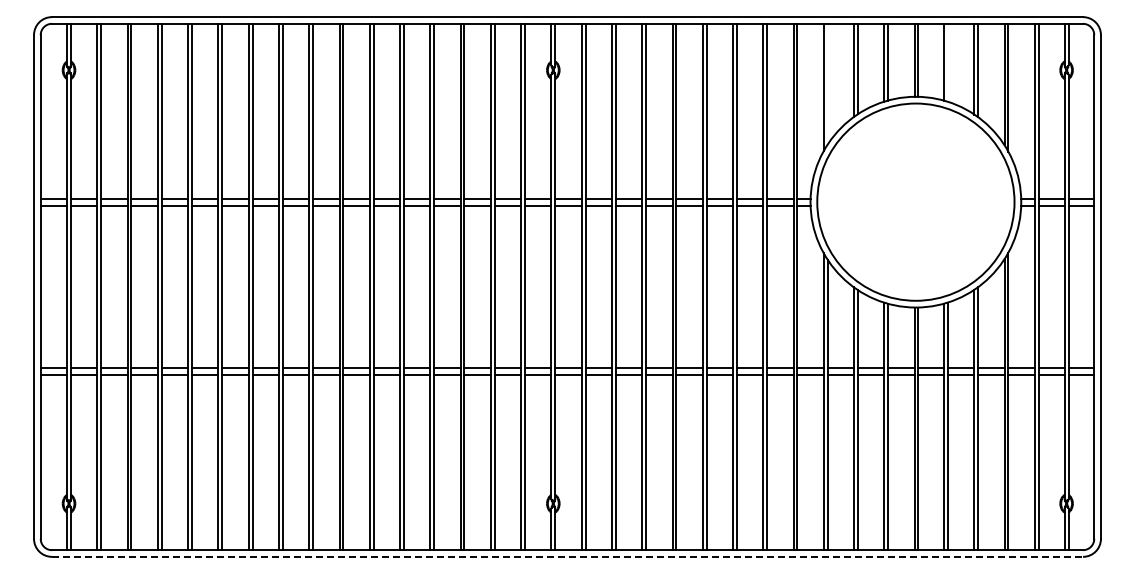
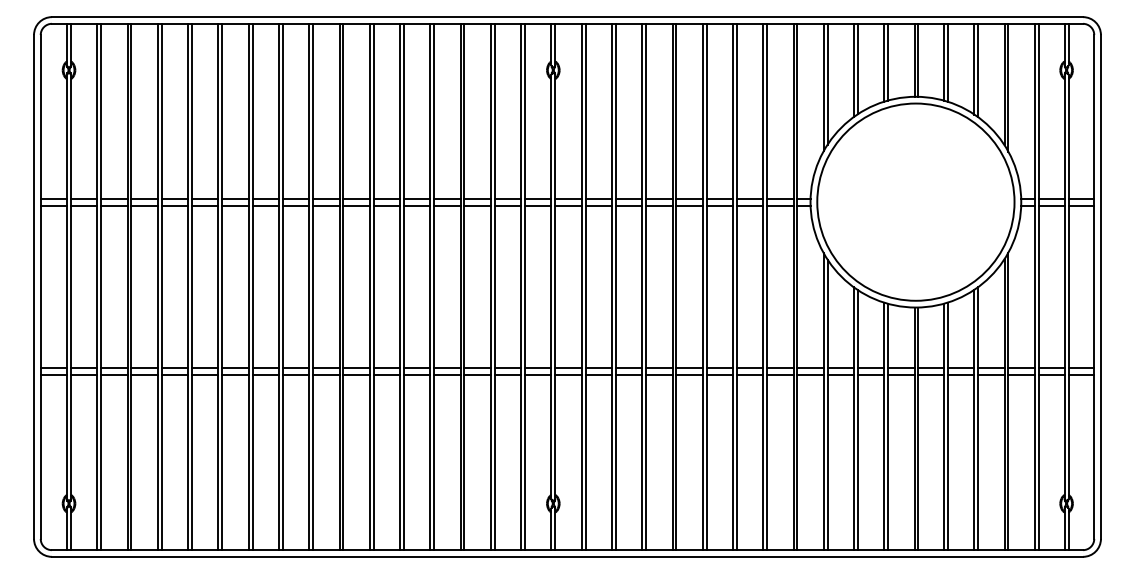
line at (947, 62): none -> present
line at (827, 83): none -> present
line at (567, 556): dashed -> solid
